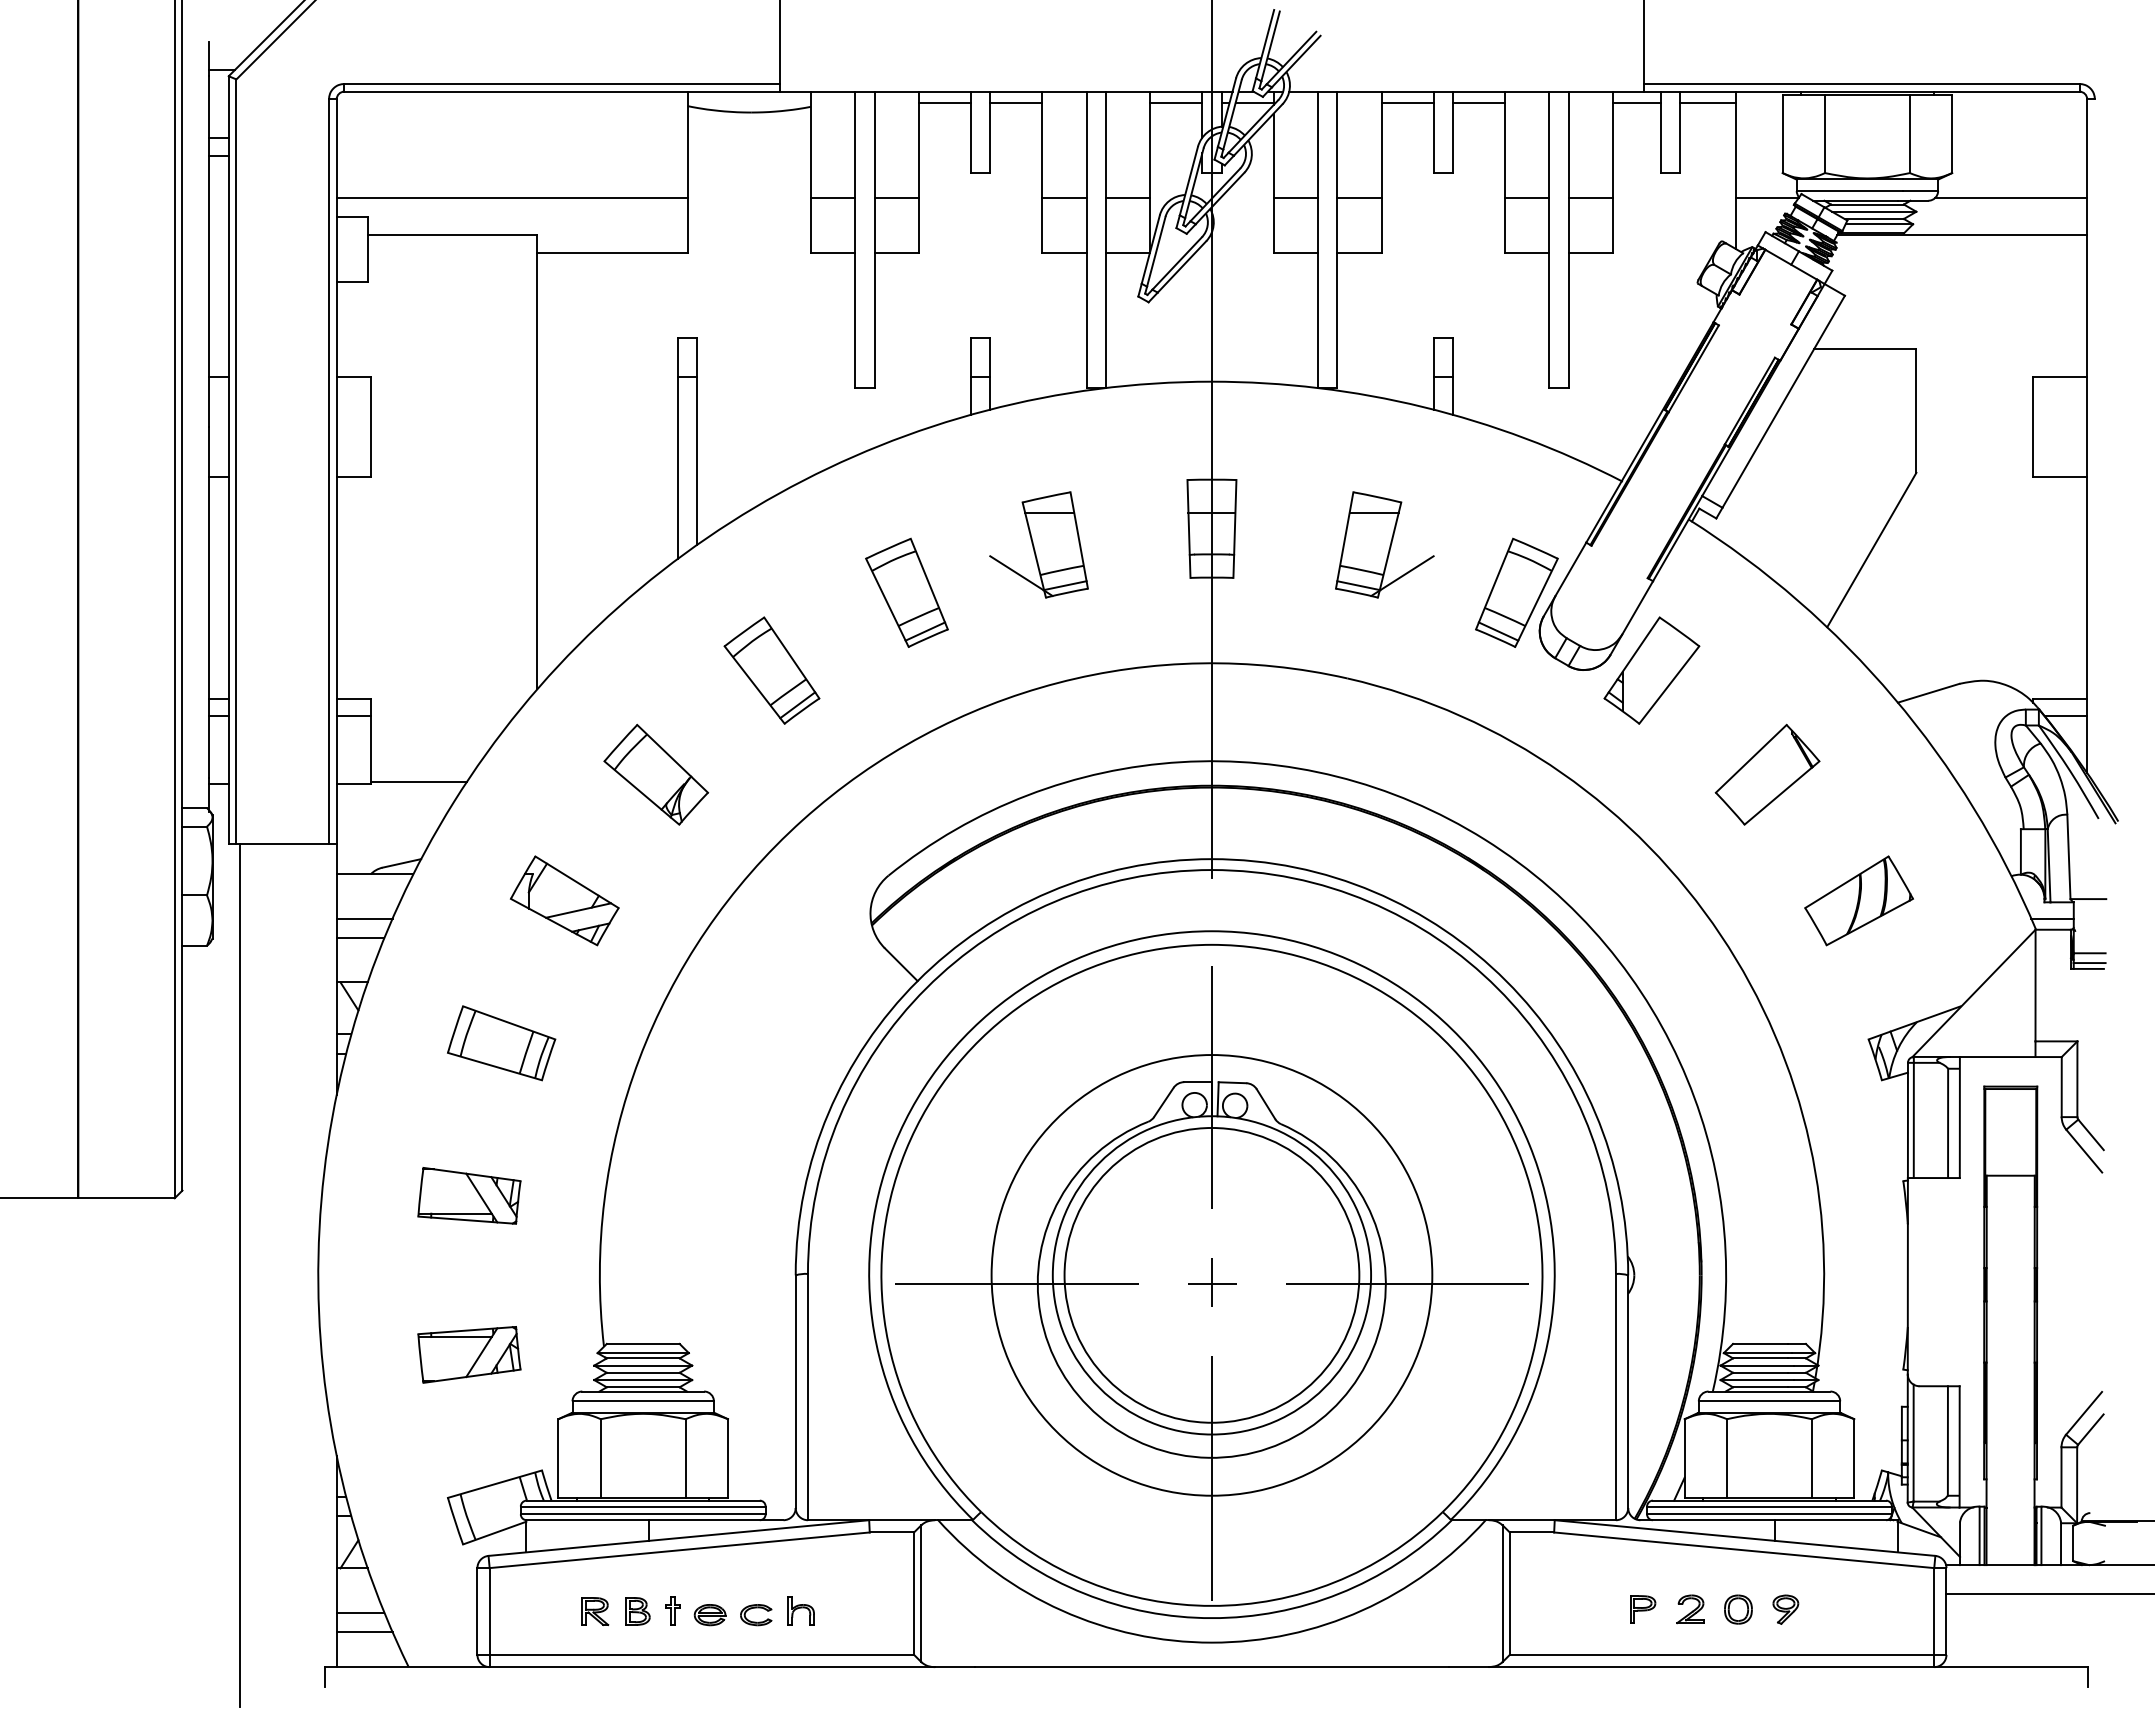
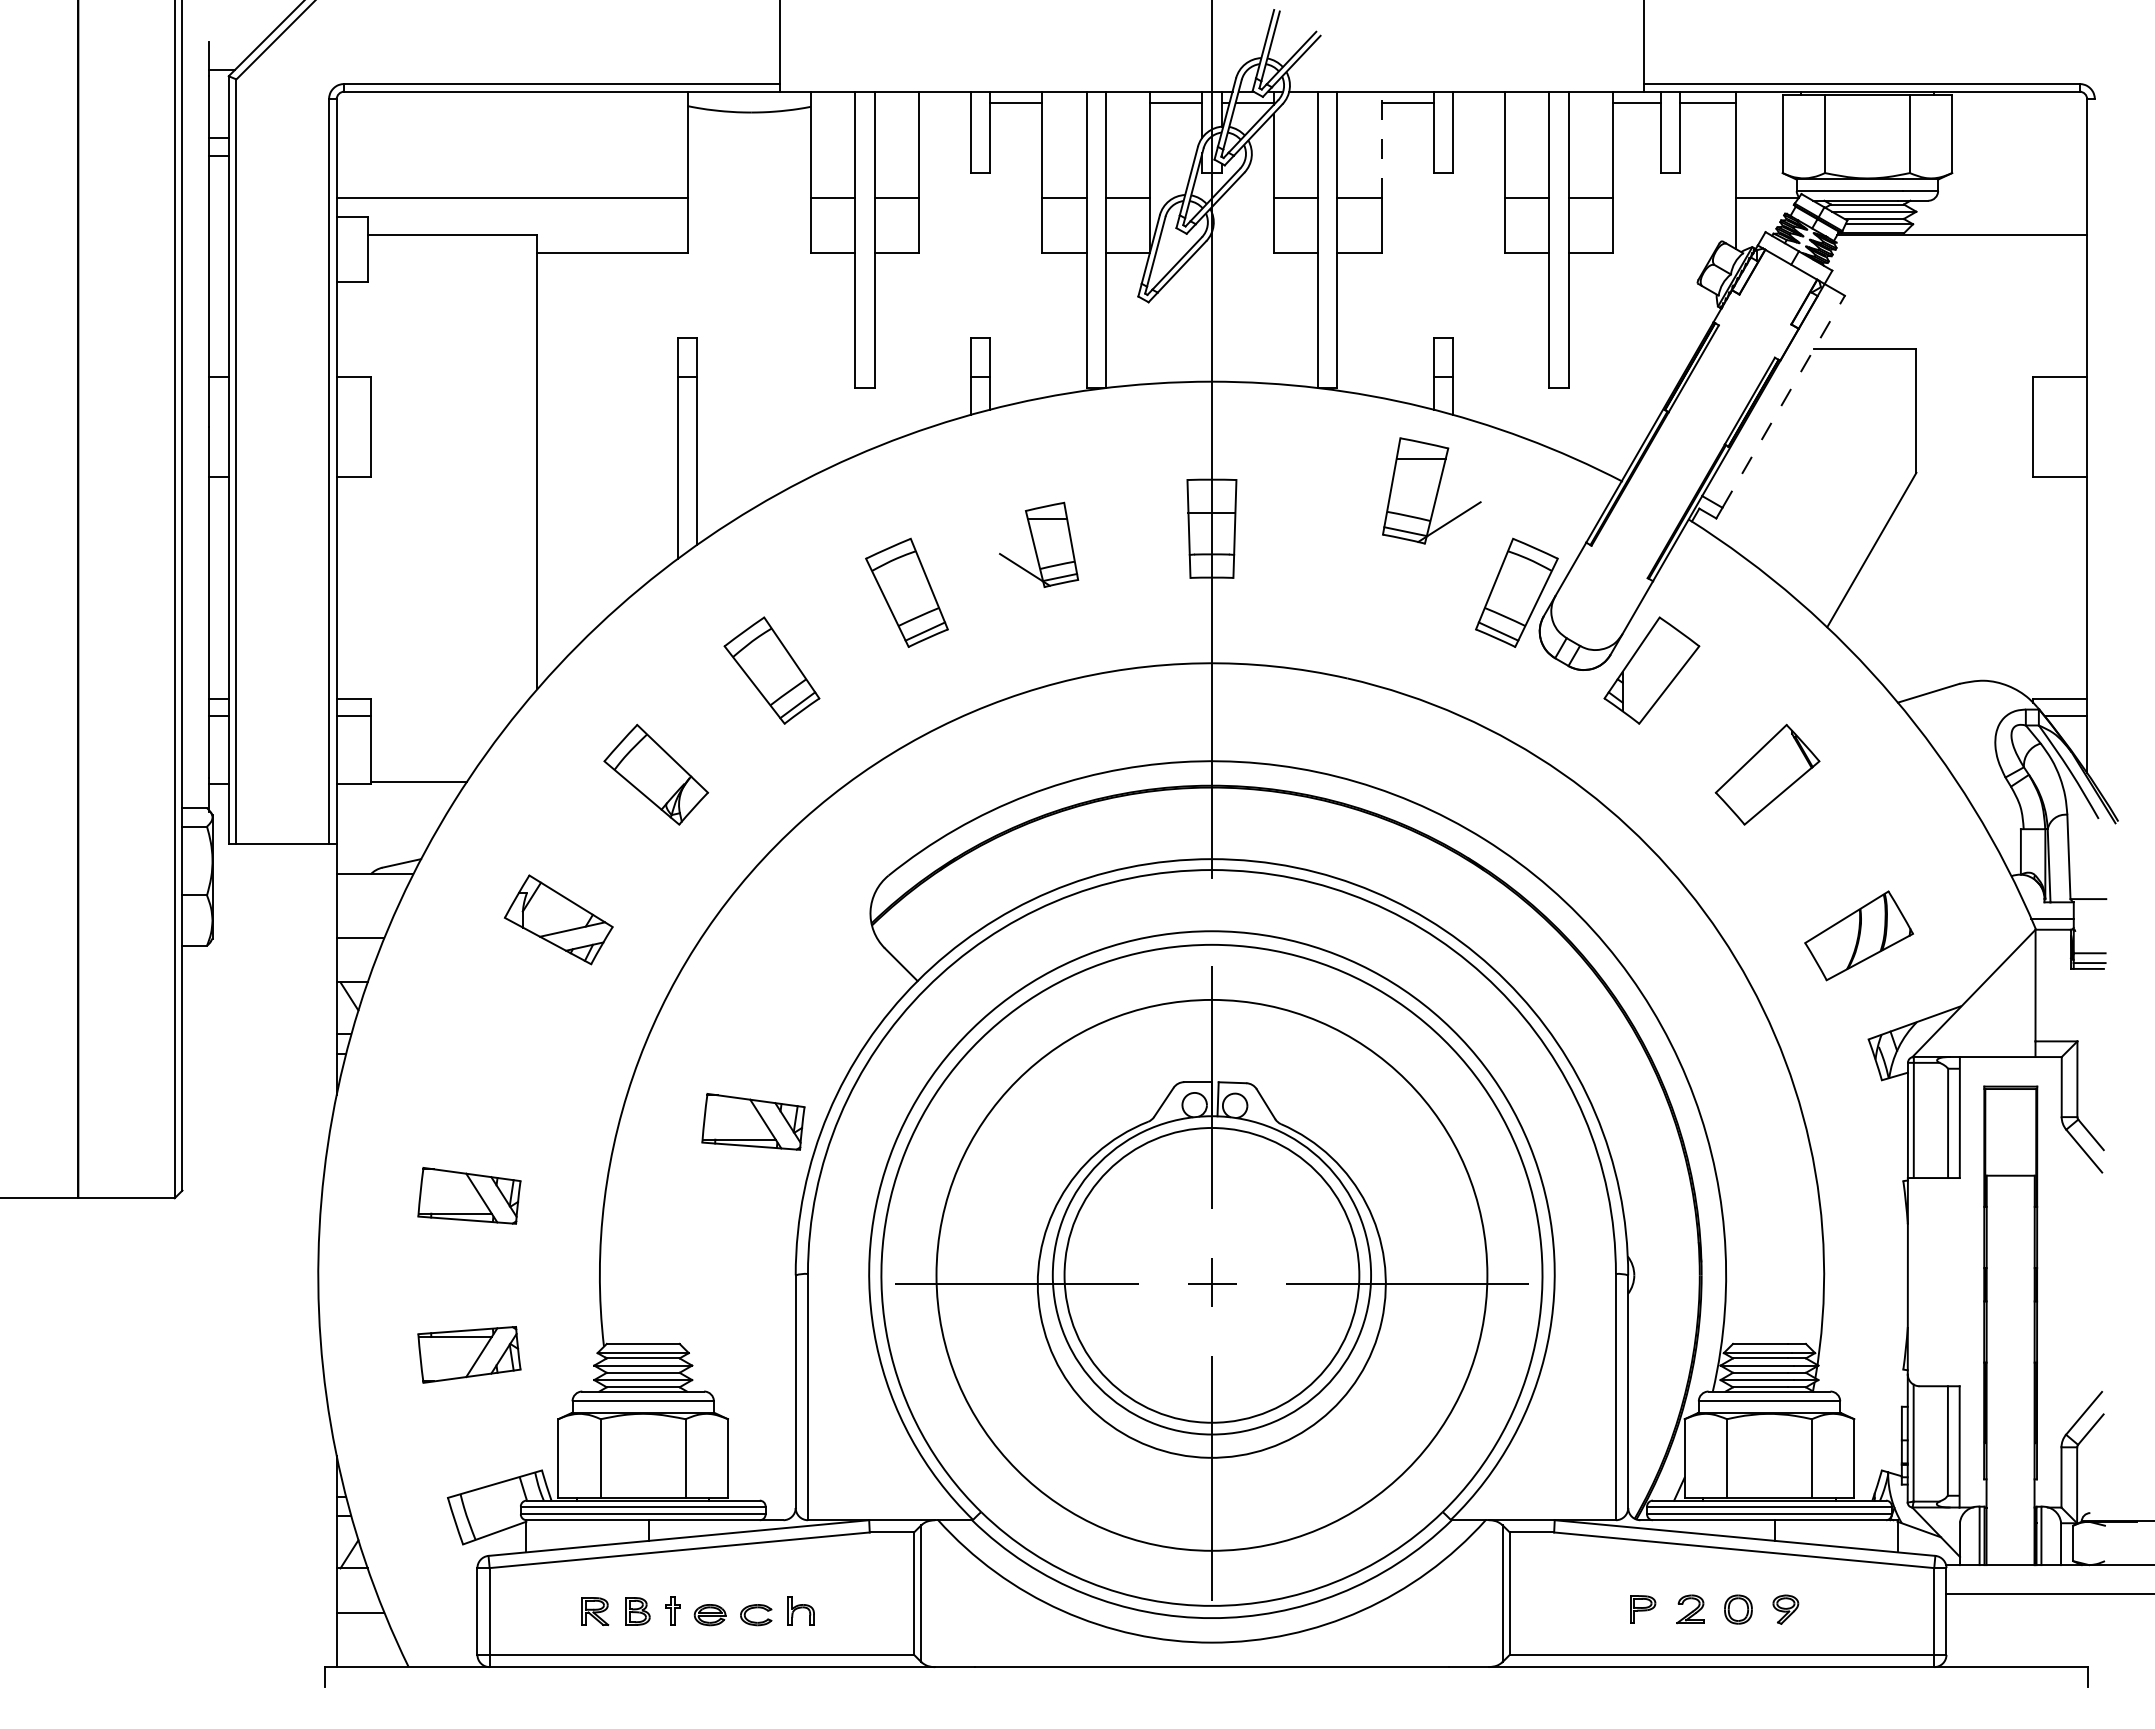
line at (944, 103): present -> none
line at (1478, 103): present -> none
line at (1381, 144): solid -> dashed
line at (2011, 197): present -> none
line at (1783, 401): solid -> dashed
part at (1038, 544) size: 100x108 px -> 81x87 px
part at (1384, 544) position: (1384, 544) -> (1431, 490)
part at (564, 900) position: (564, 900) -> (558, 919)
part at (1858, 900) position: (1858, 900) -> (1858, 935)
line at (364, 918): present -> none
part at (501, 1043): present -> none
part at (753, 1121): none -> present
line at (240, 1275): present -> none
circle at (1211, 1275) diameter: 441 px -> 551 px
line at (364, 1632): present -> none
